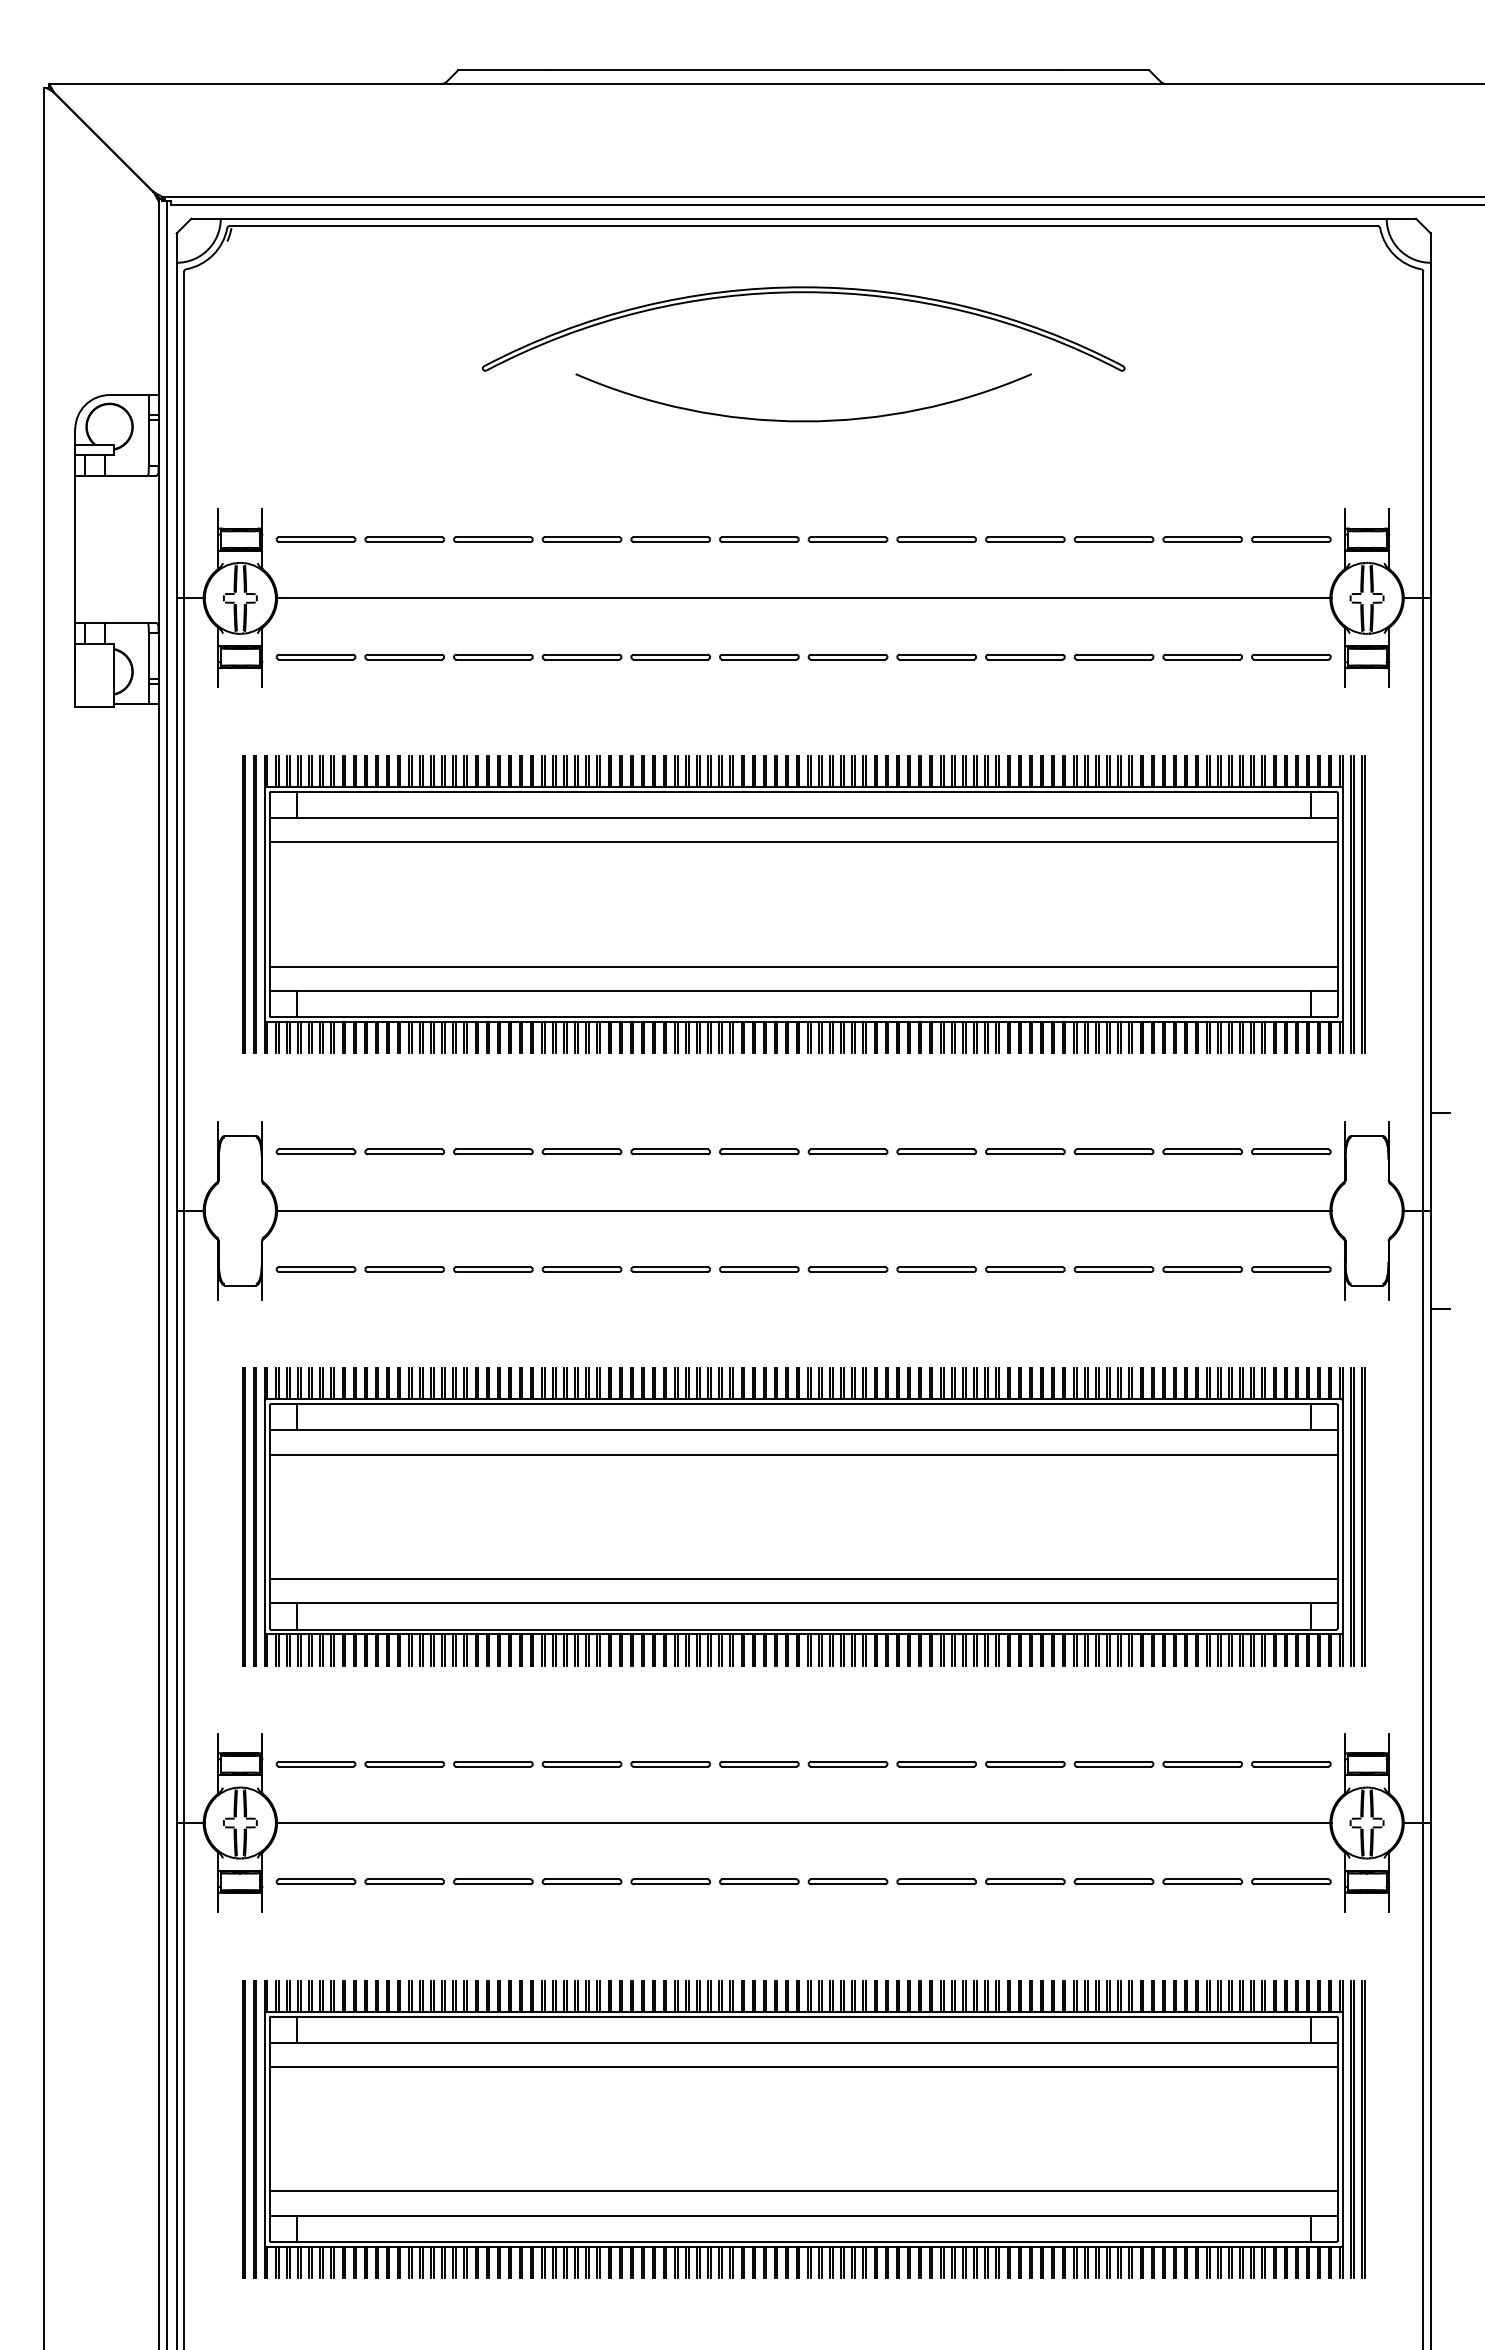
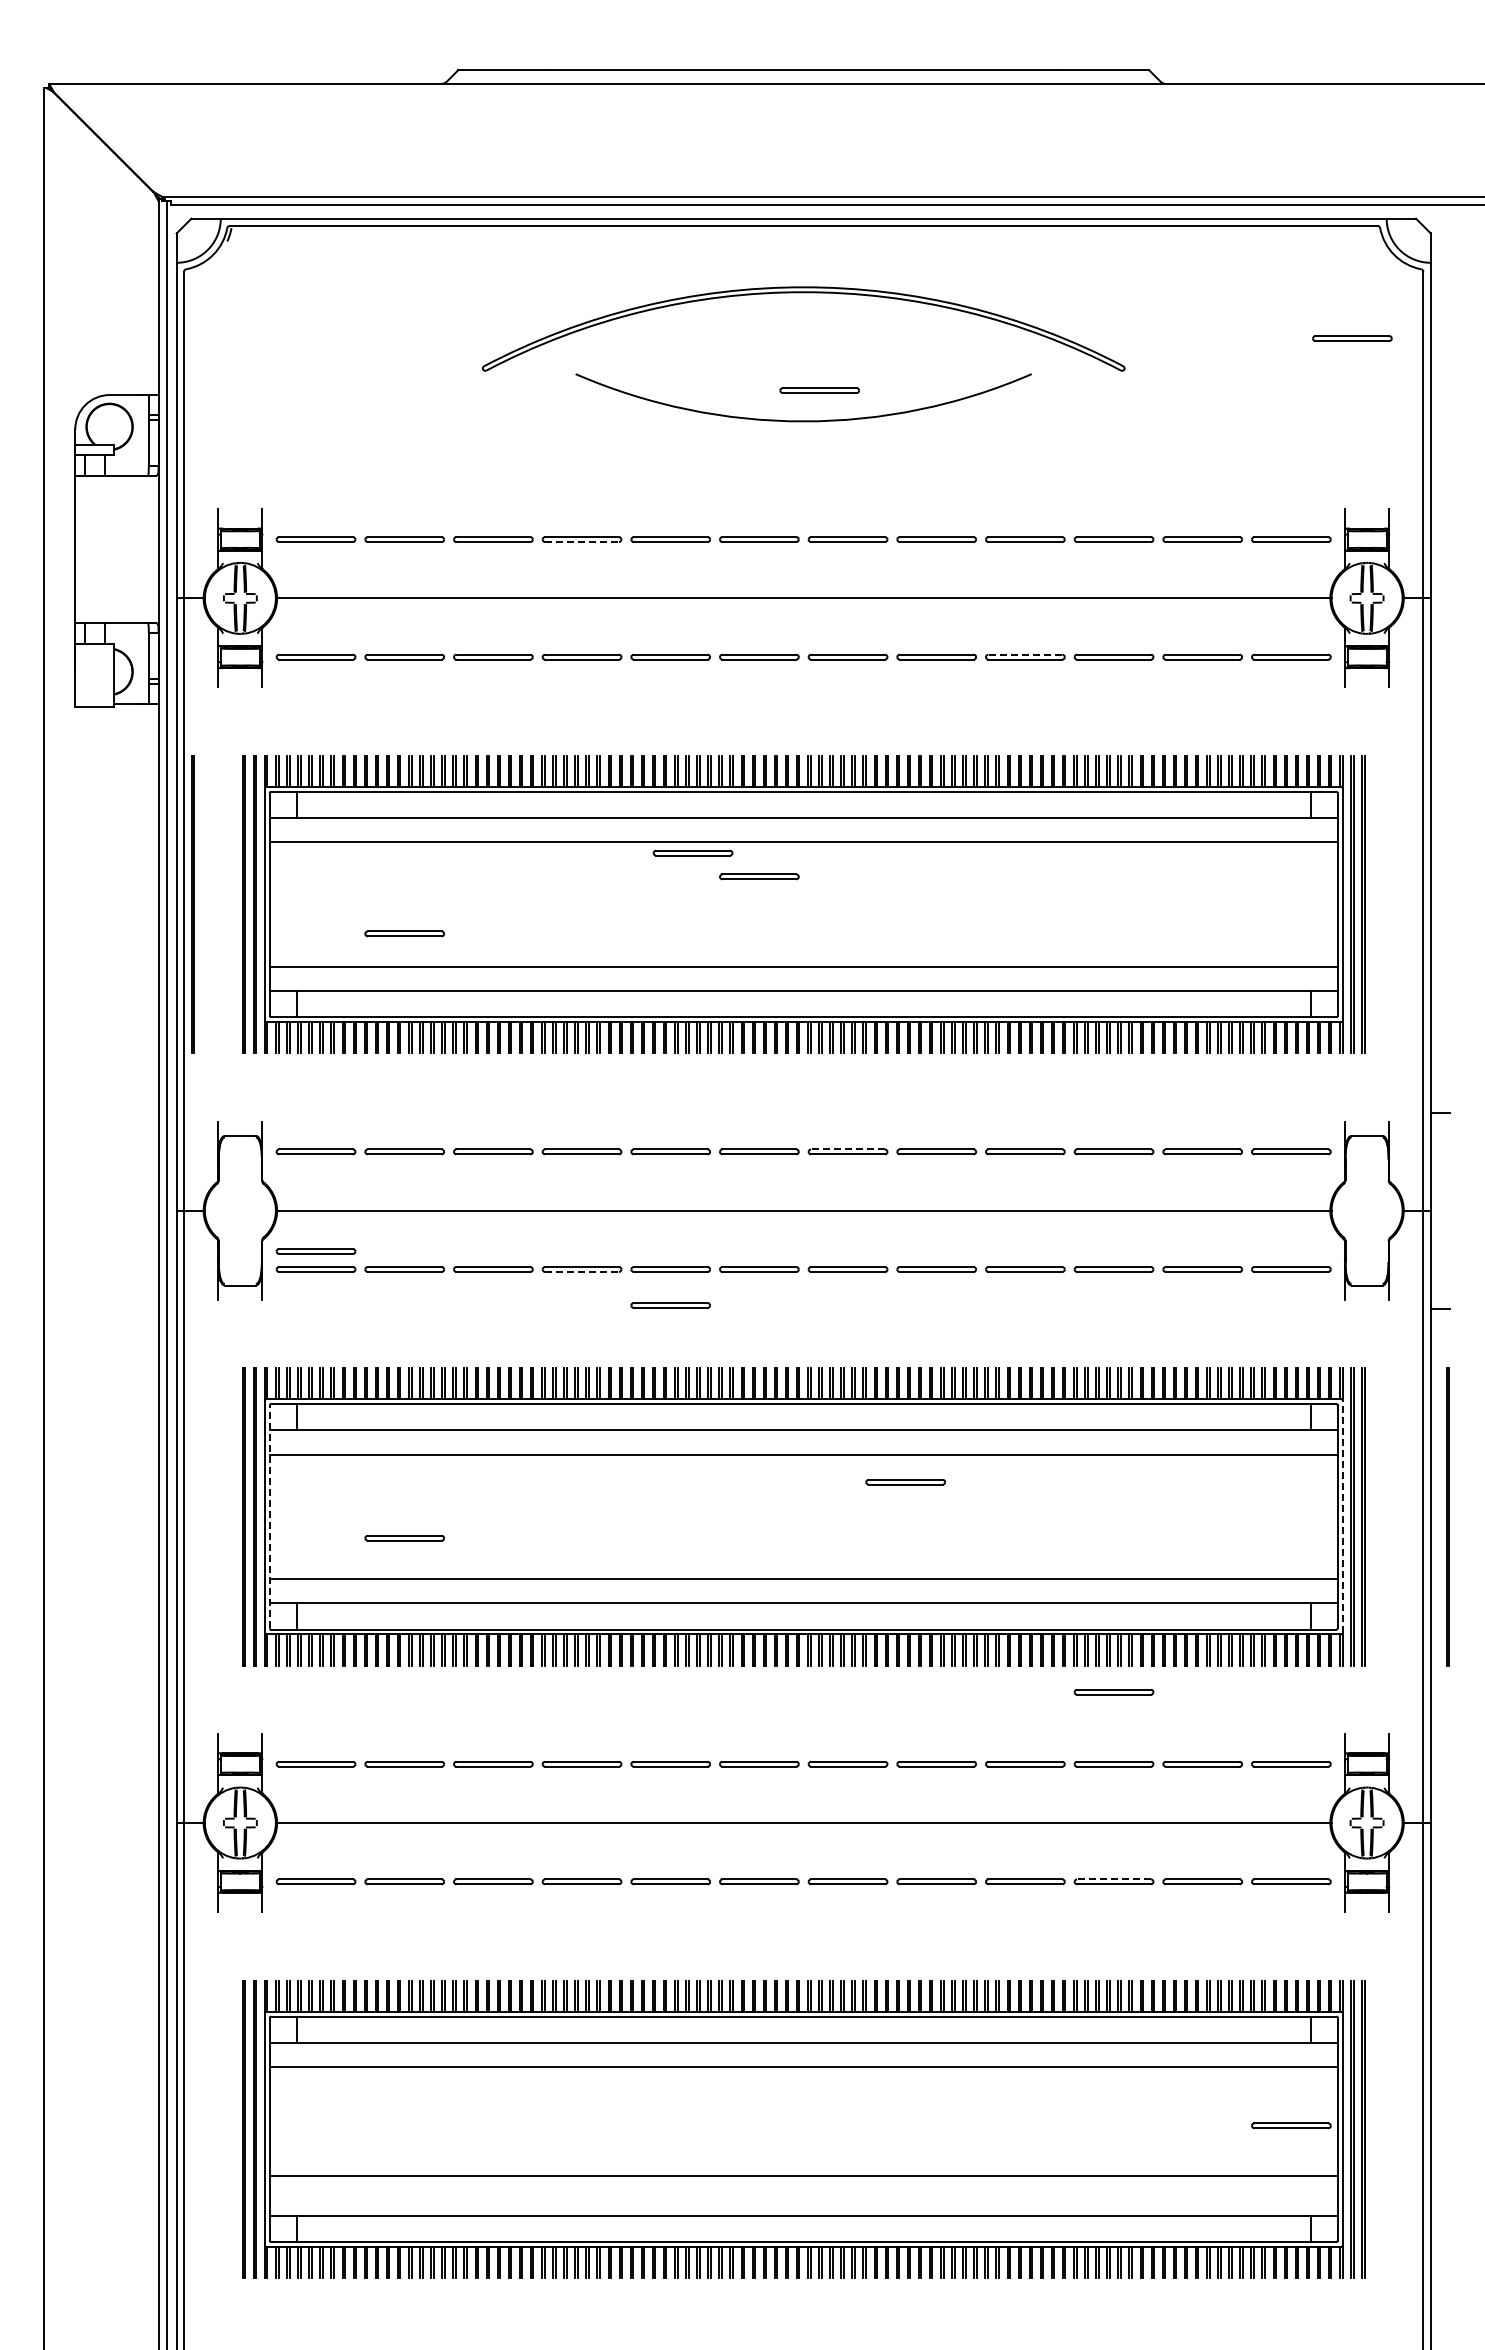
part at (1352, 338): none -> present
part at (819, 390): none -> present
line at (582, 542): solid -> dashed
line at (1025, 654): solid -> dashed
part at (692, 852): none -> present
part at (759, 876): none -> present
line at (192, 904): none -> present
part at (404, 933): none -> present
line at (848, 1149): solid -> dashed
part at (315, 1251): none -> present
line at (582, 1271): solid -> dashed
part at (670, 1305): none -> present
part at (905, 1482): none -> present
line at (269, 1516): solid -> dashed
line at (1342, 1516): solid -> dashed
line at (1447, 1516): none -> present
part at (404, 1538): none -> present
part at (1113, 1692): none -> present
line at (1114, 1879): solid -> dashed
part at (1291, 2125): none -> present
line at (803, 2191) position: (803, 2191) -> (803, 2176)
